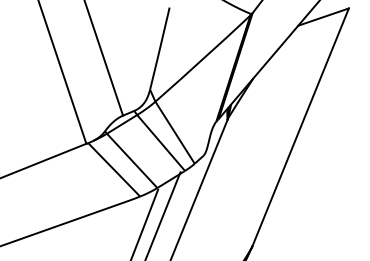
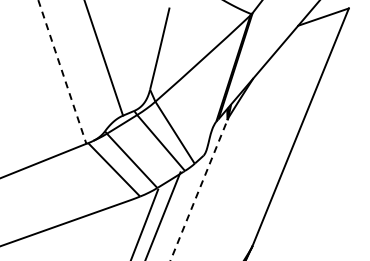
line at (62, 72): solid -> dashed
line at (199, 190): solid -> dashed
